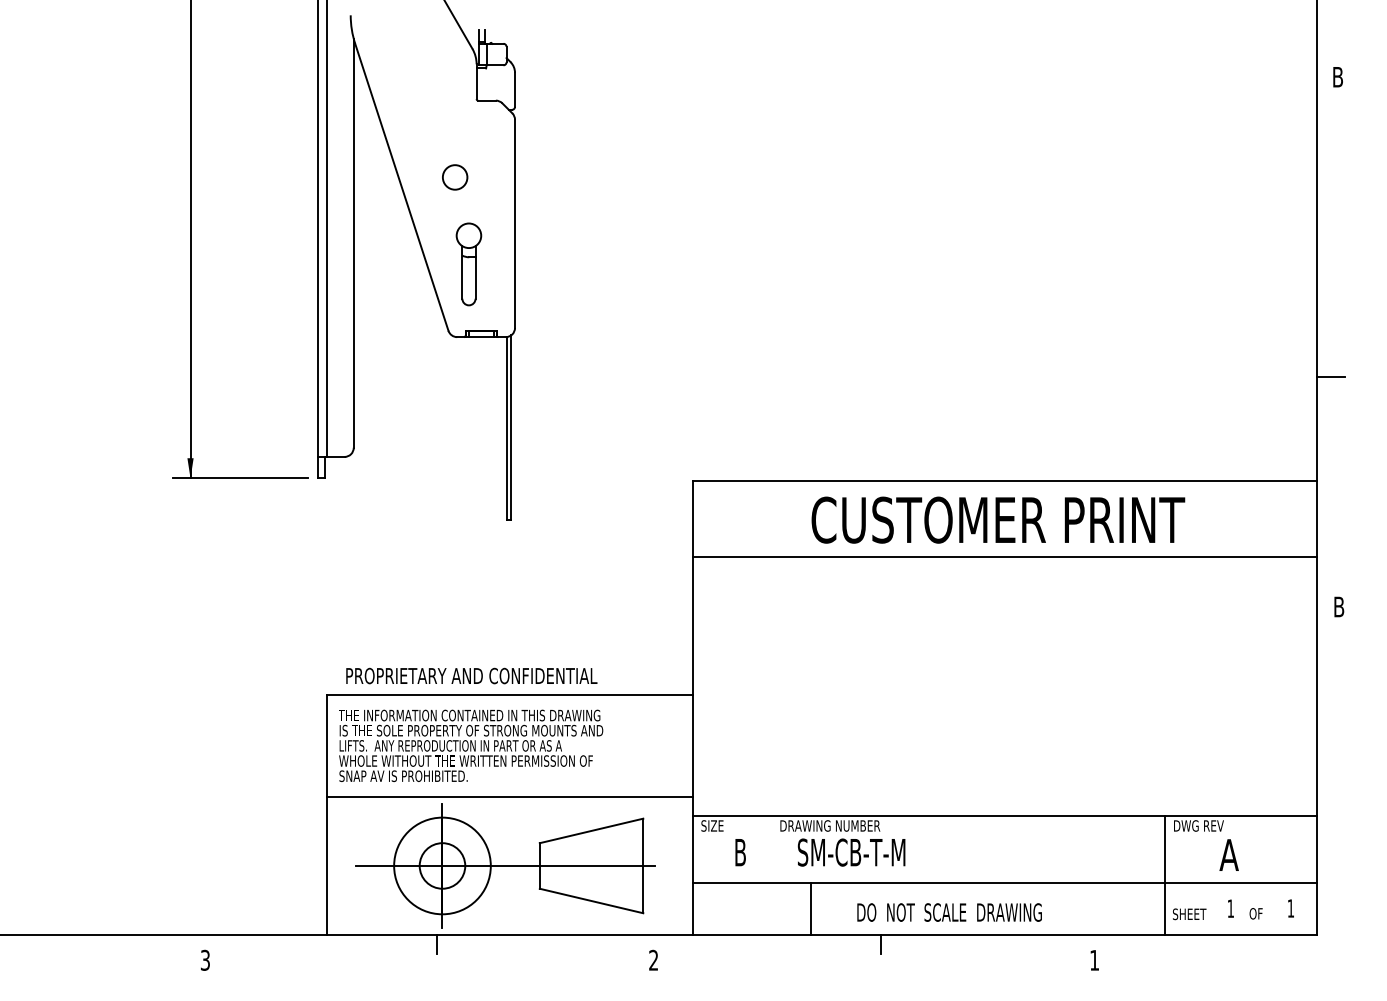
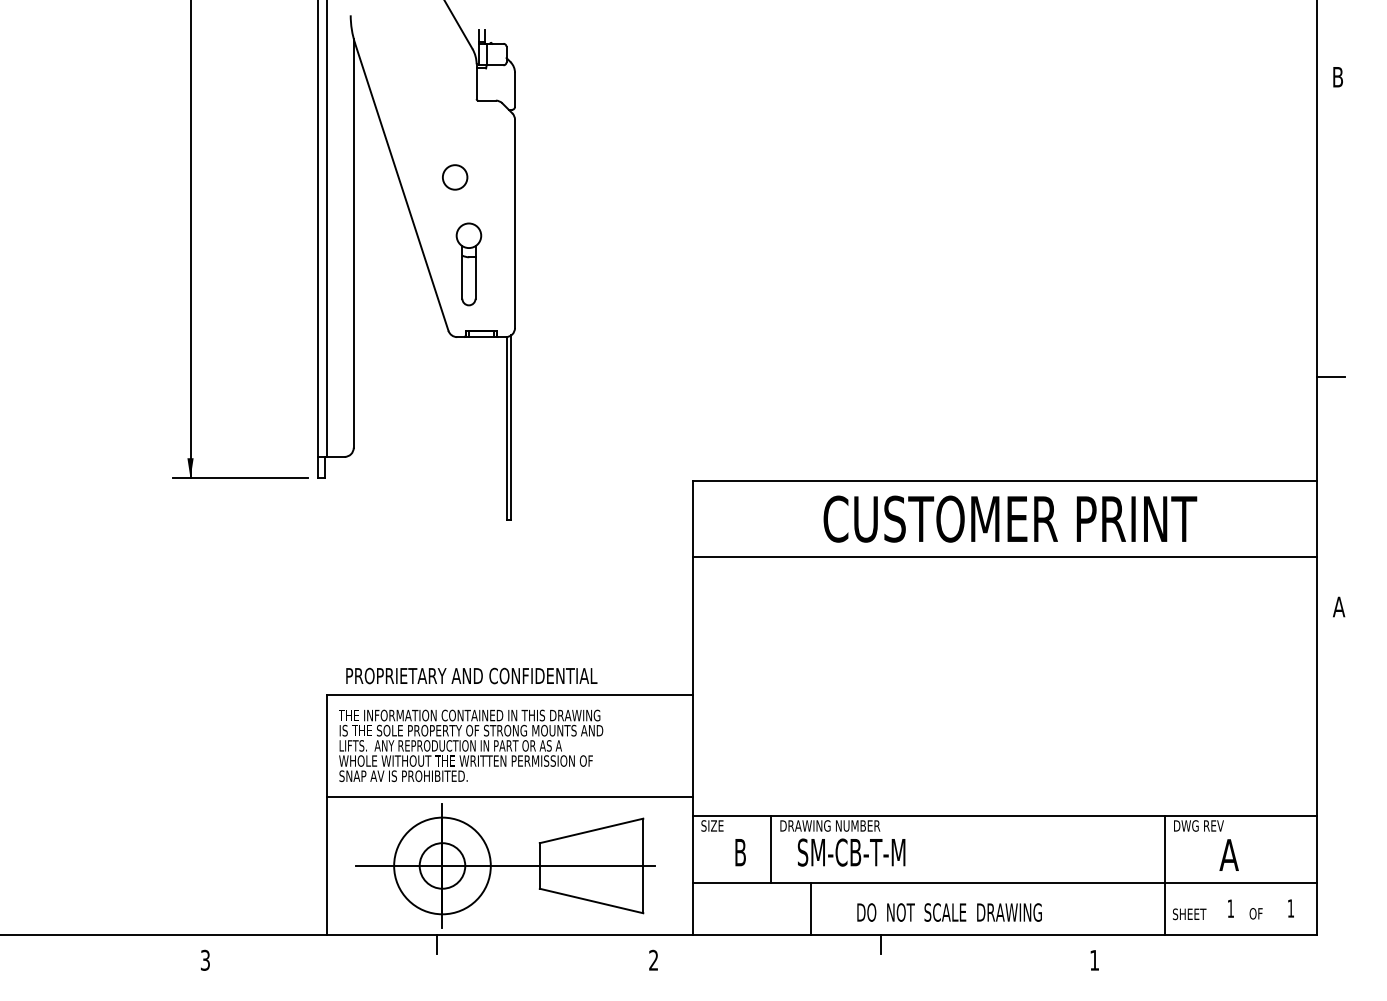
text at (998, 519) position: (998, 519) -> (1010, 518)
text at (1339, 606): B -> A
line at (771, 849): none -> present
